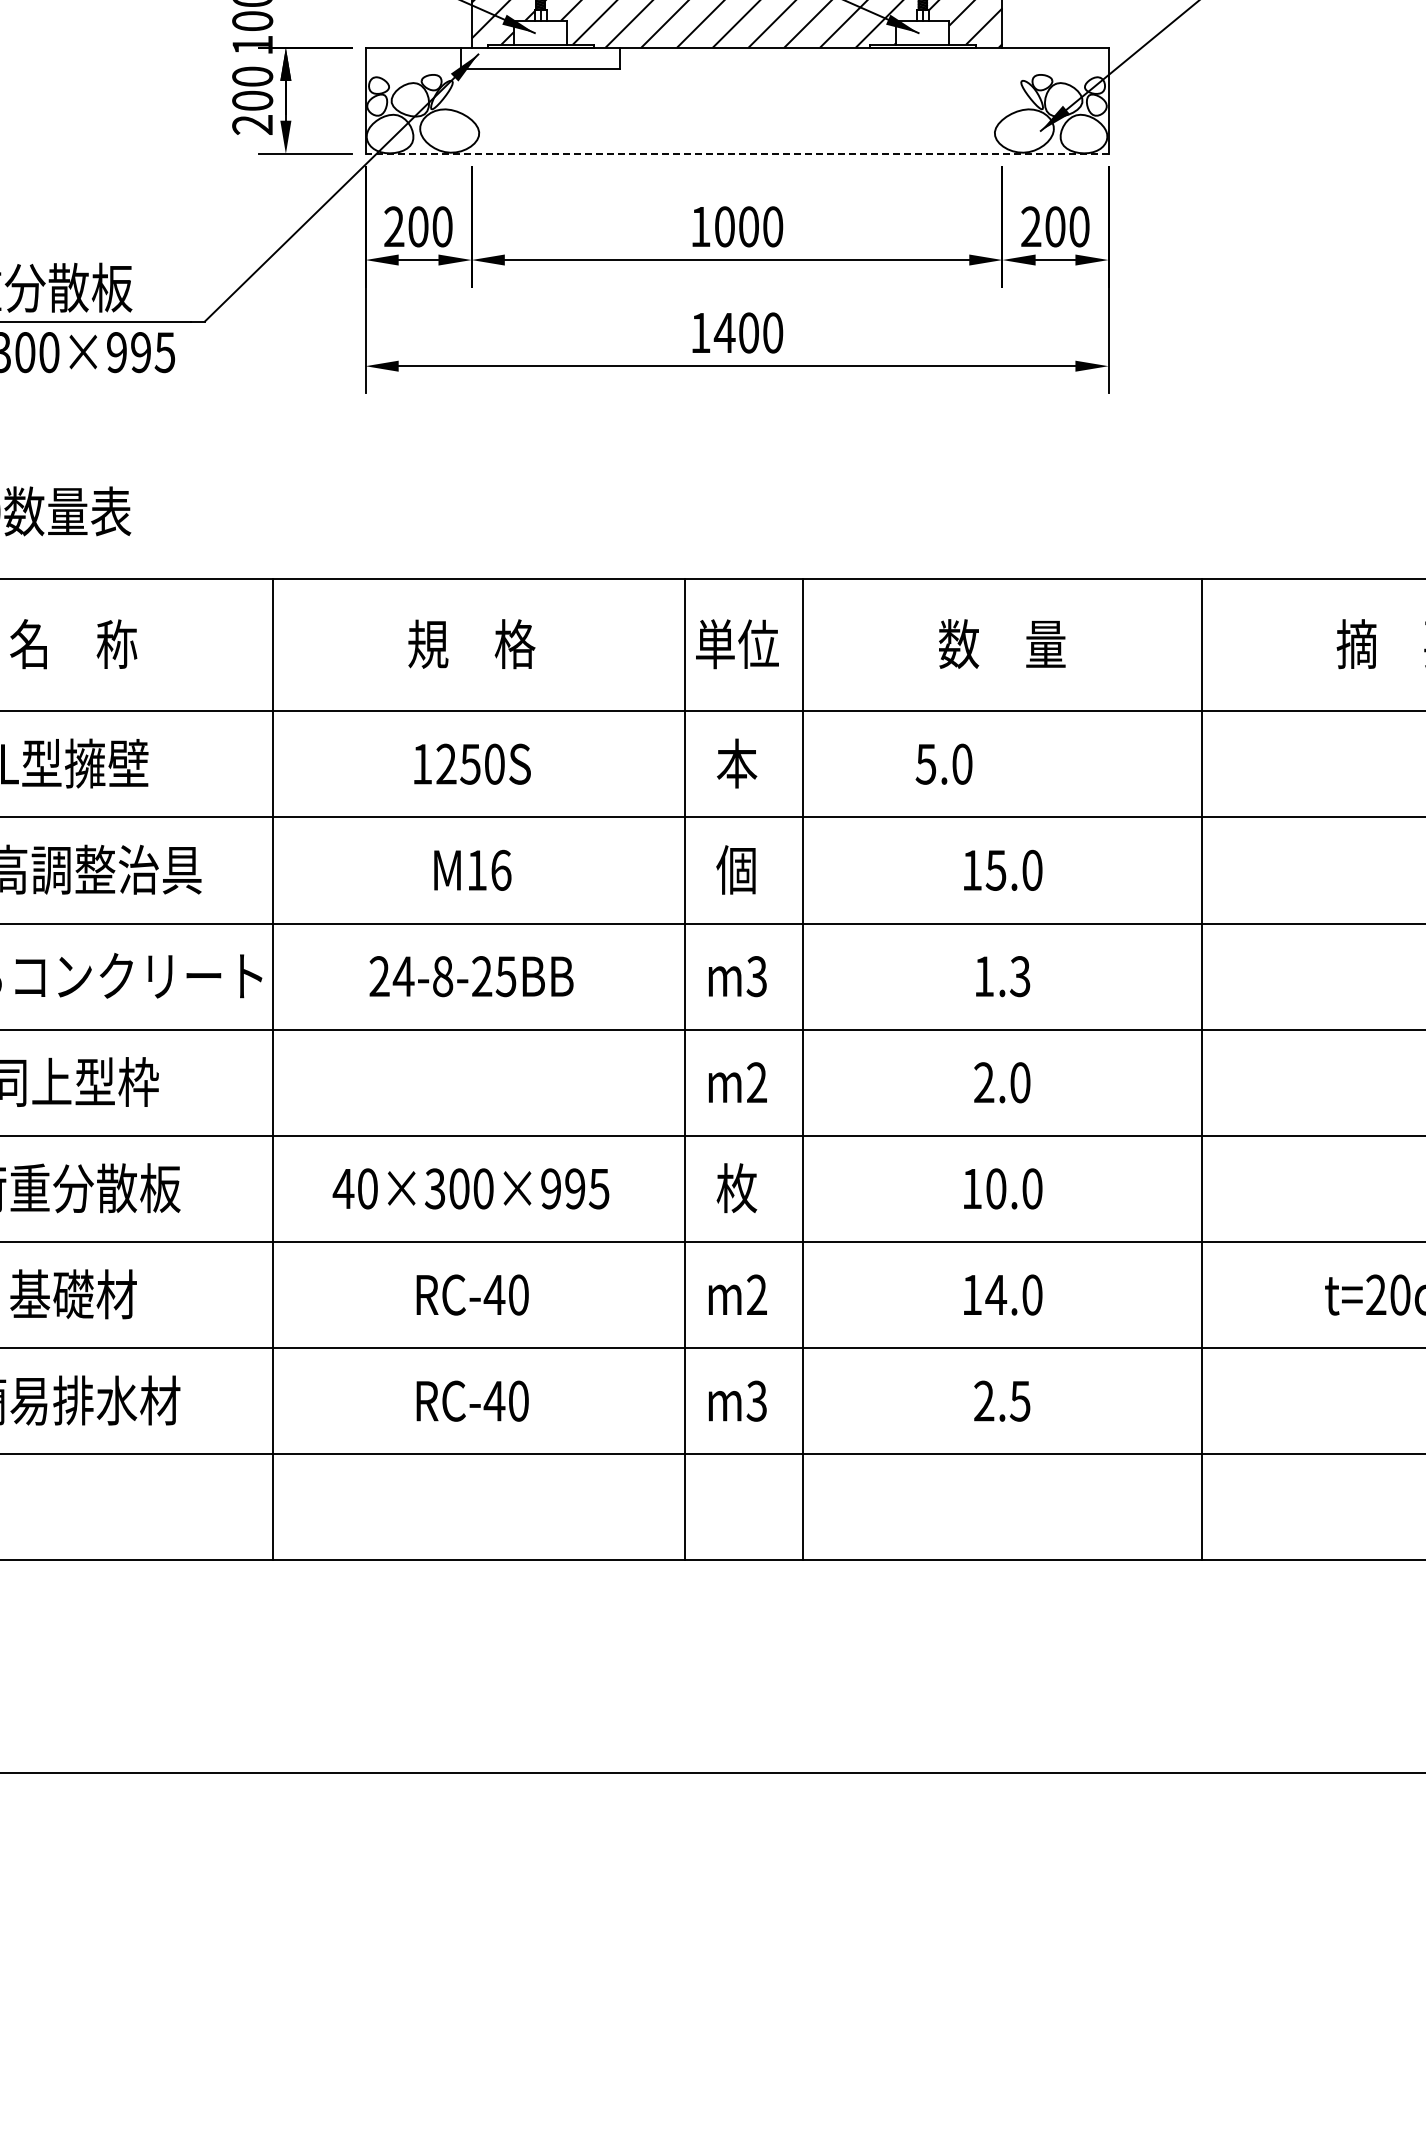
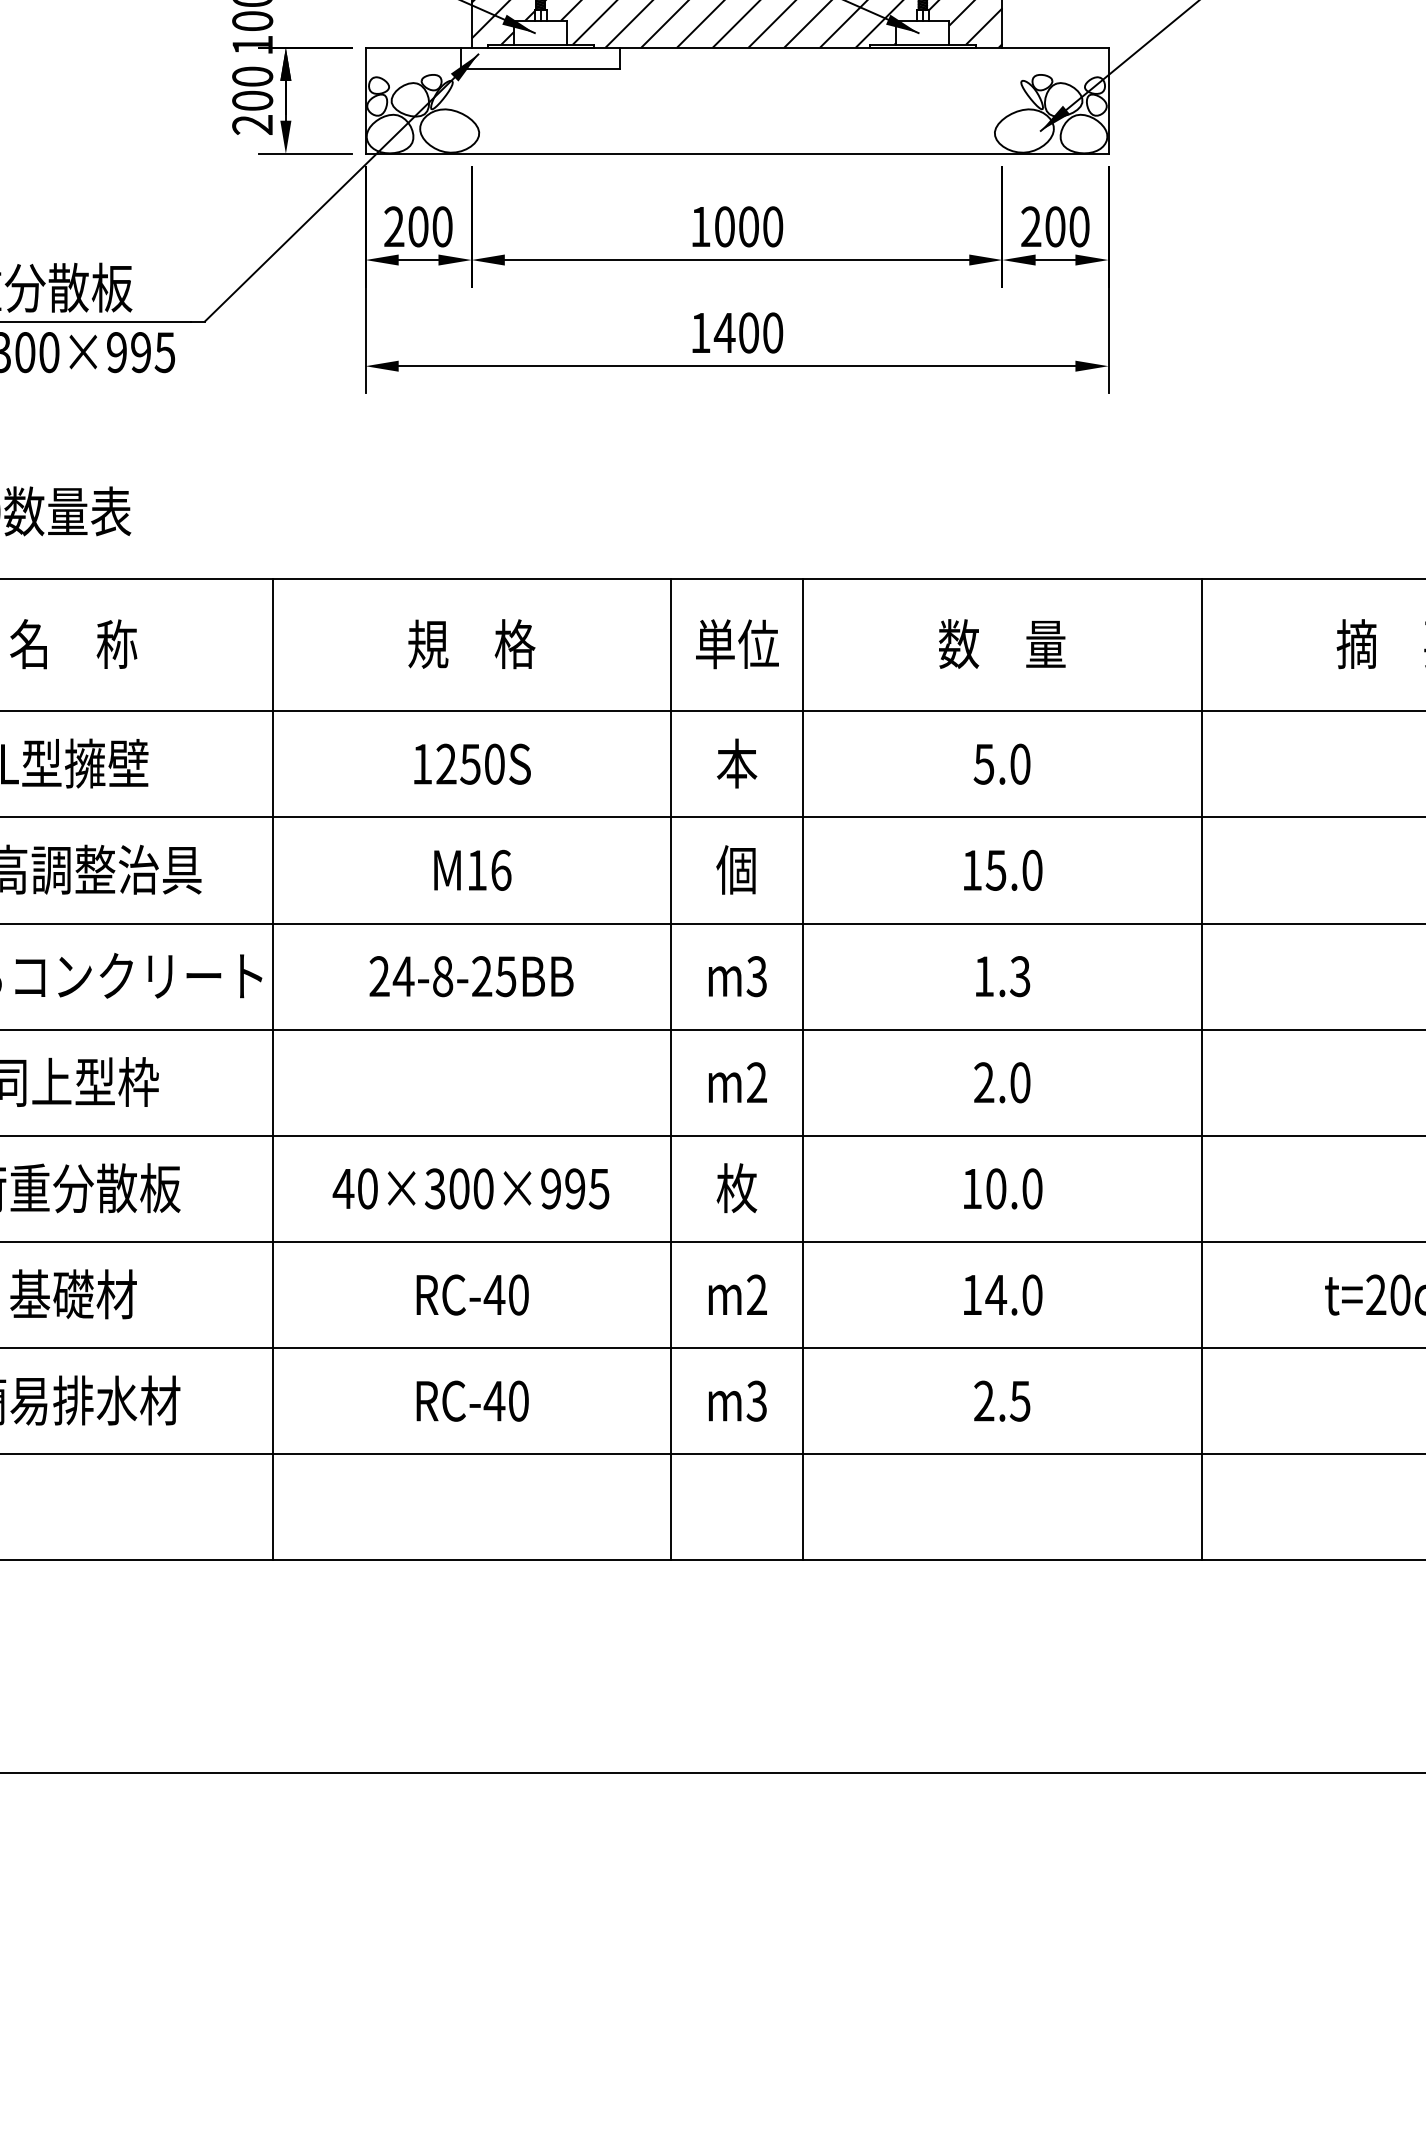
line at (737, 153): dashed -> solid
text at (943, 763) position: (943, 763) -> (1001, 763)
line at (684, 1069) position: (684, 1069) -> (670, 1069)
